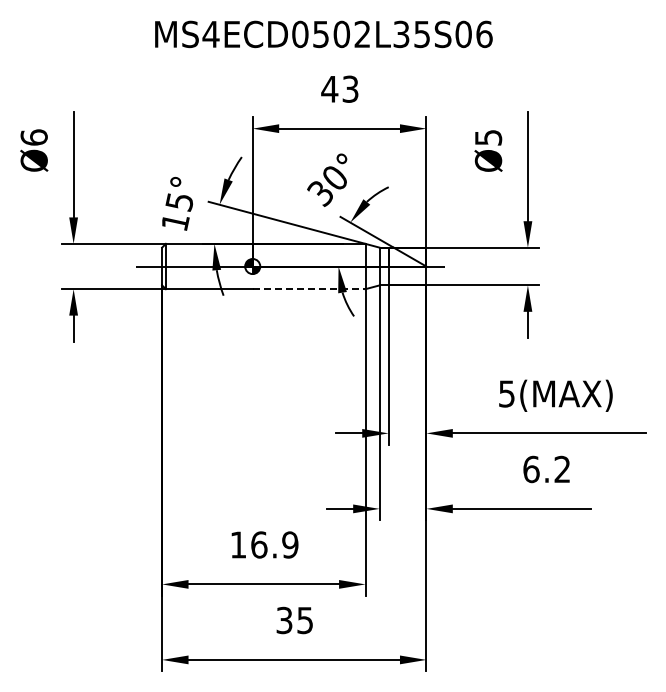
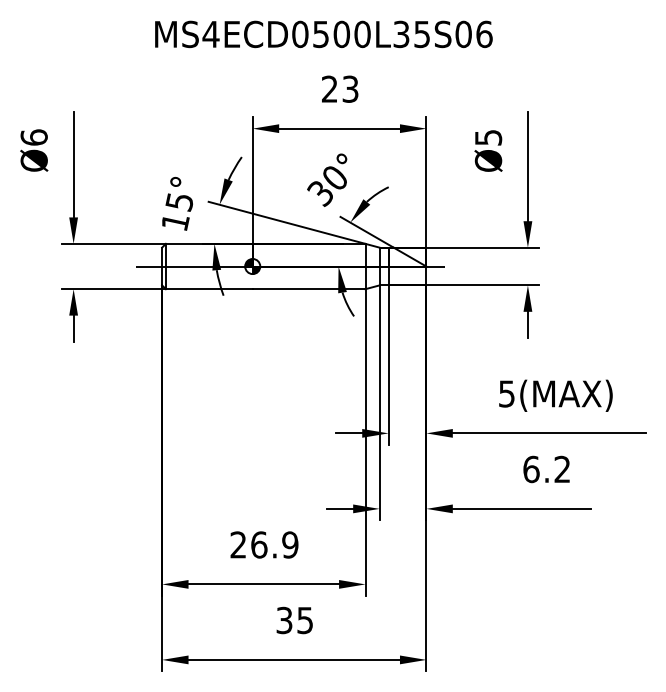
text at (362, 34): MS4ECD0502L35S06 -> MS4ECD0500L35S06
text at (329, 88): 43 -> 23
line at (309, 289): dashed -> solid
text at (237, 544): 16.9 -> 26.9
